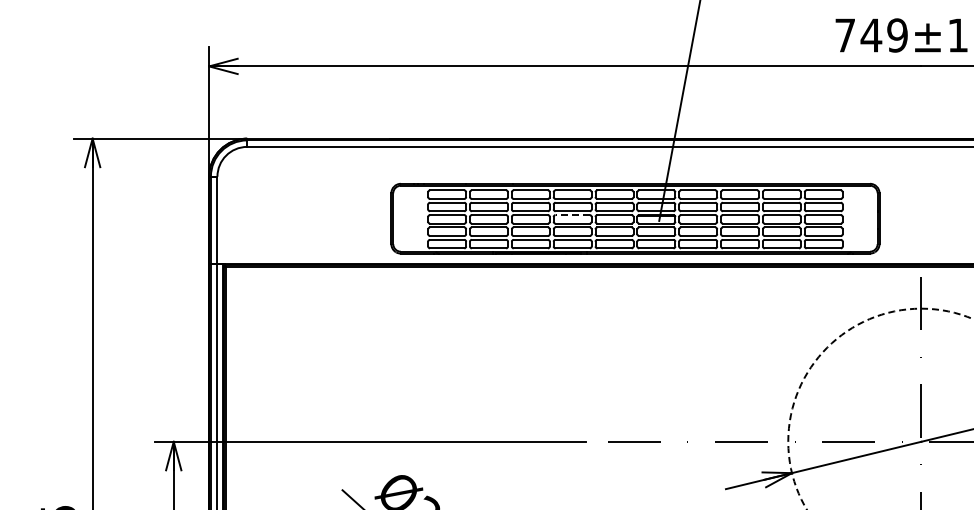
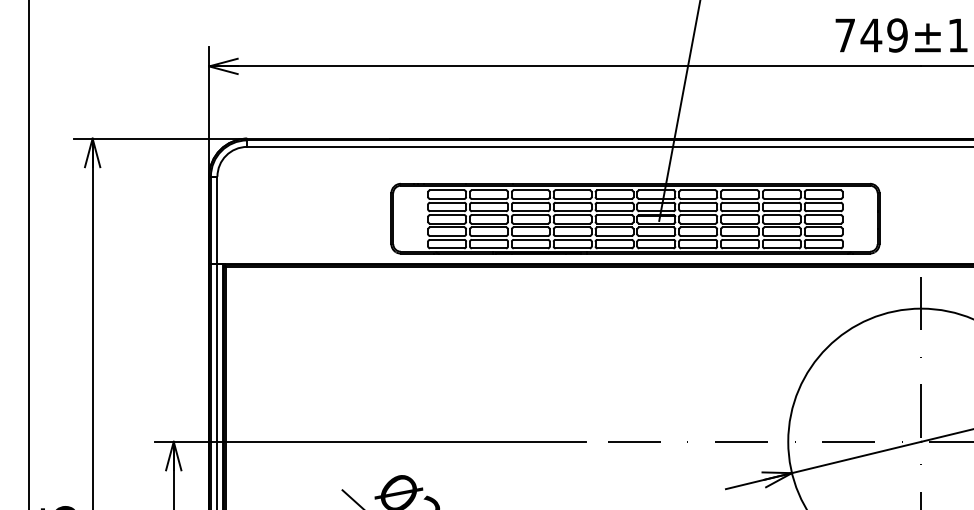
line at (572, 215): dashed -> solid
line at (29, 254): none -> present
circle at (880, 408): dashed -> solid
